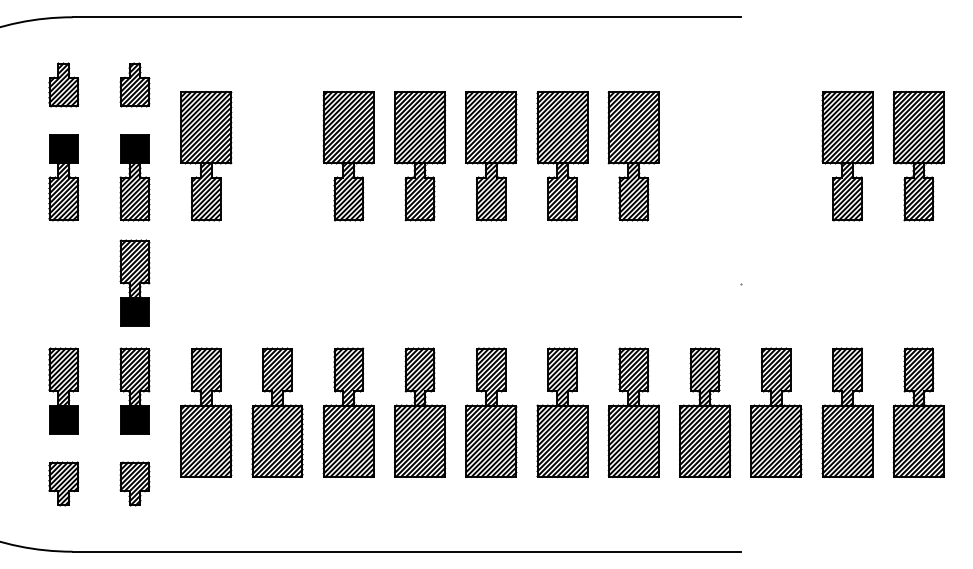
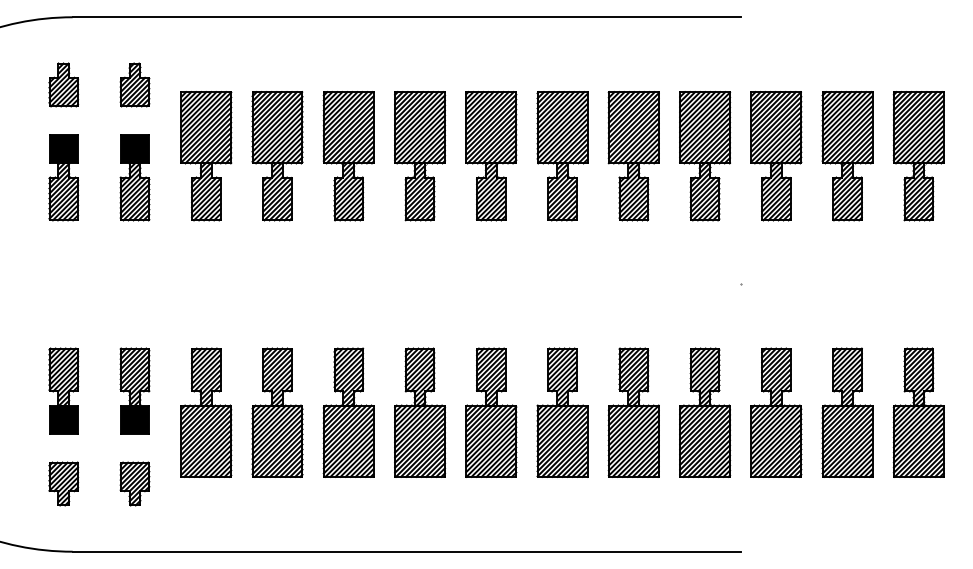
part at (277, 156): none -> present
part at (705, 156): none -> present
part at (776, 156): none -> present
part at (134, 282): present -> none
